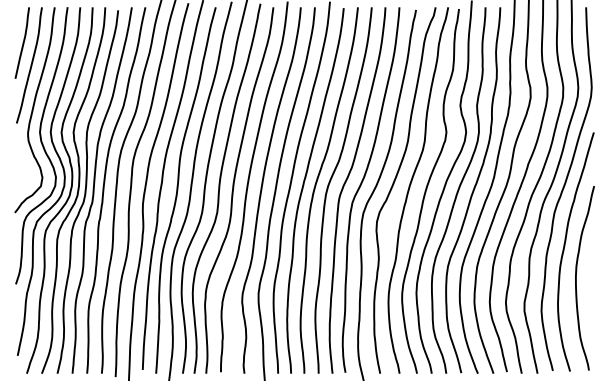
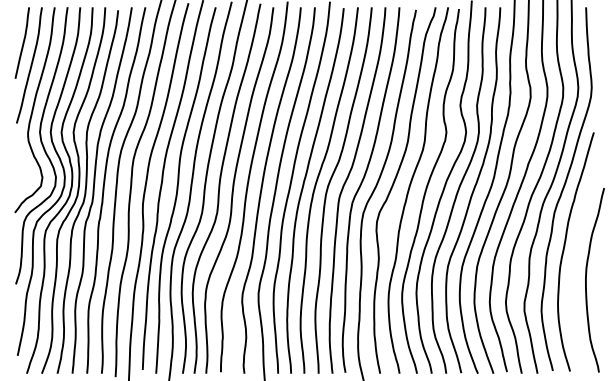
curve at (576, 278) position: (576, 278) -> (586, 280)
